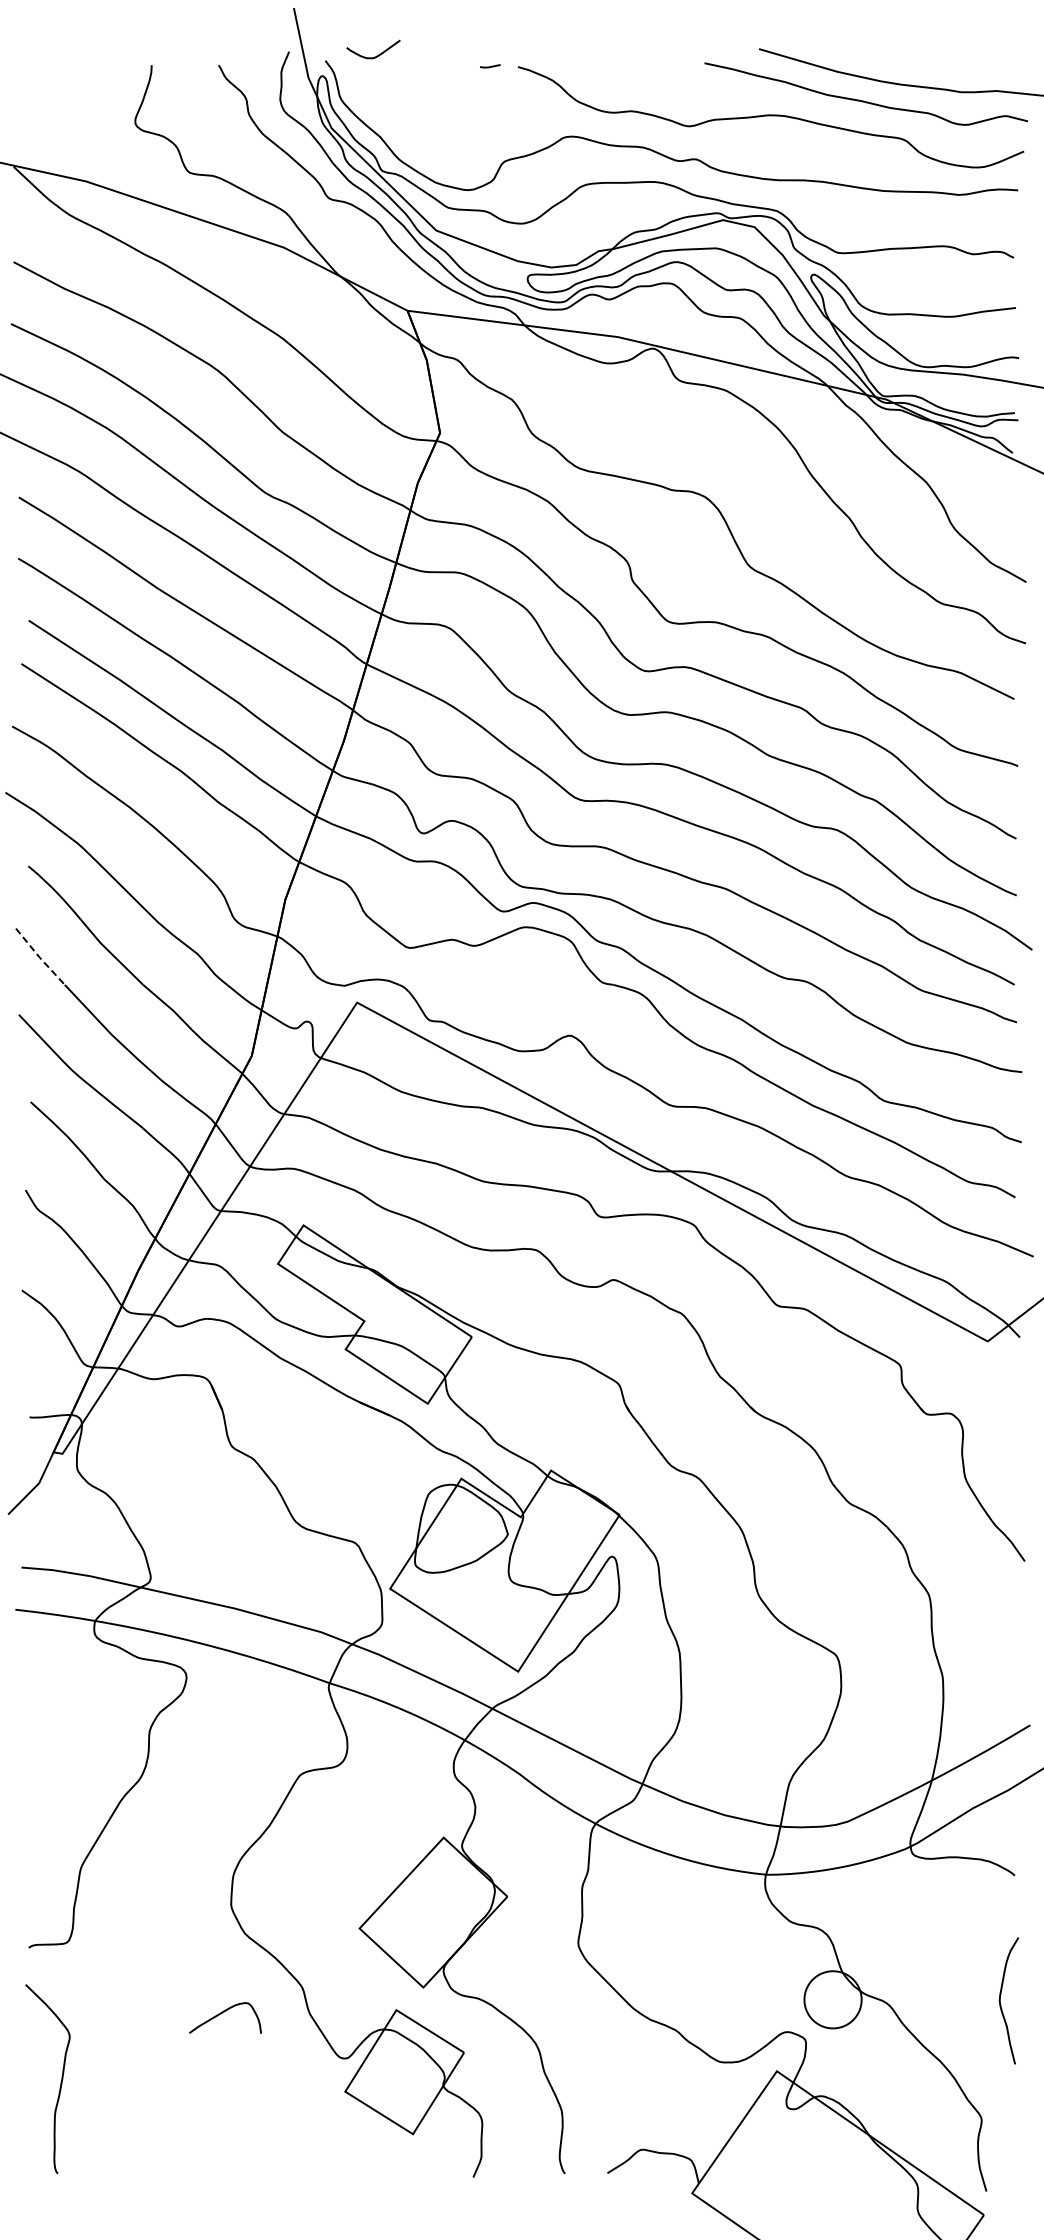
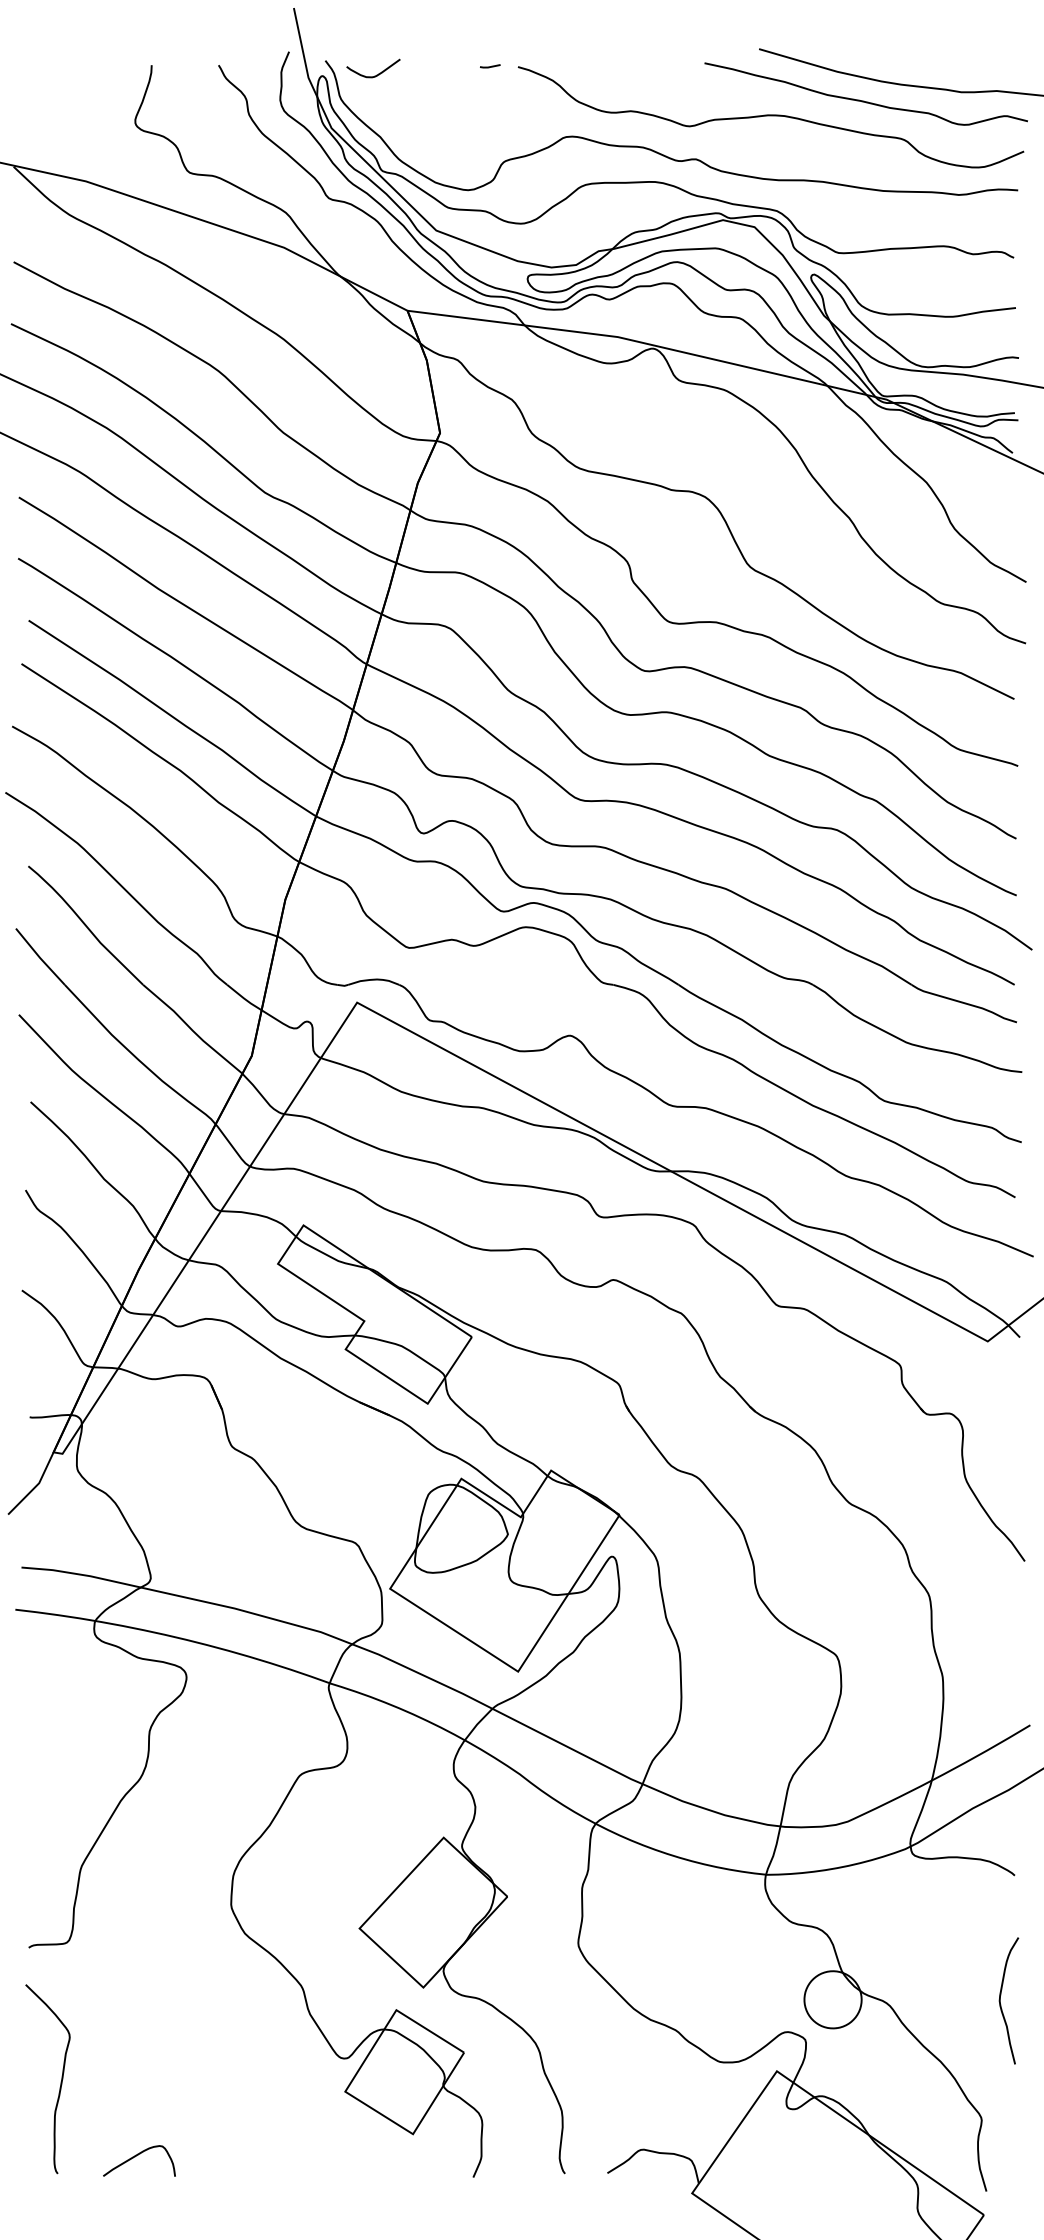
curve at (376, 55) position: (376, 55) -> (376, 74)
line at (40, 958): dashed -> solid
curve at (222, 2013) position: (222, 2013) -> (136, 2156)
